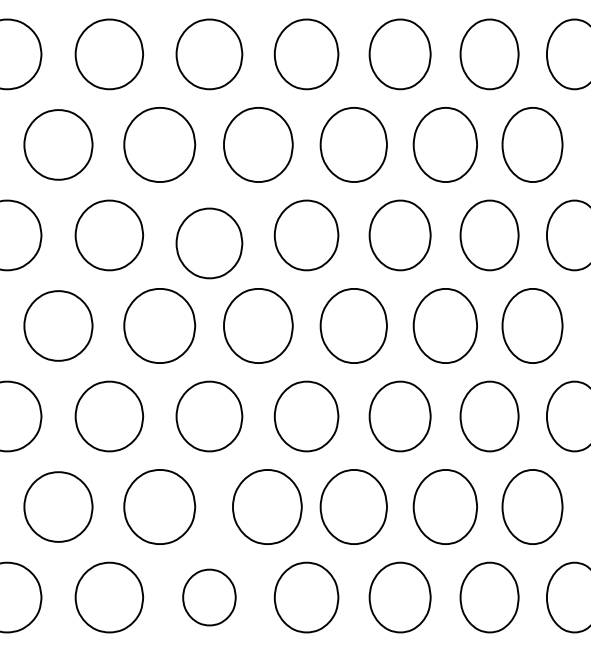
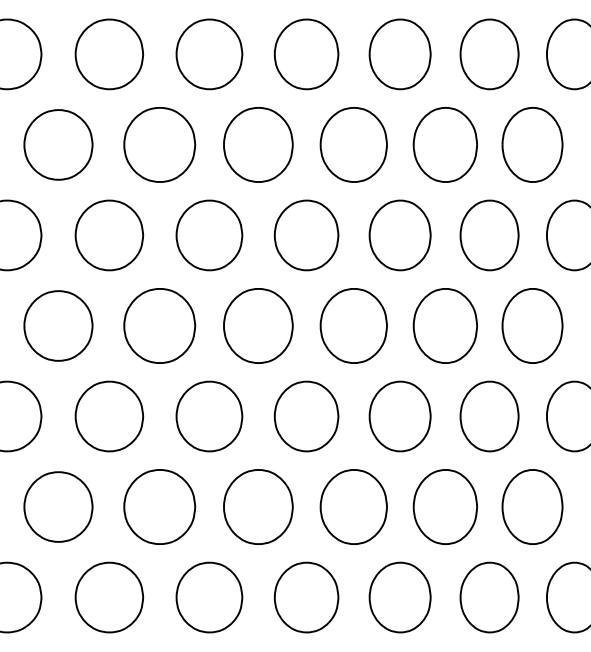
part at (209, 243) position: (209, 243) -> (209, 235)
part at (267, 506) position: (267, 506) -> (258, 506)
part at (209, 597) size: 55x59 px -> 69x73 px
